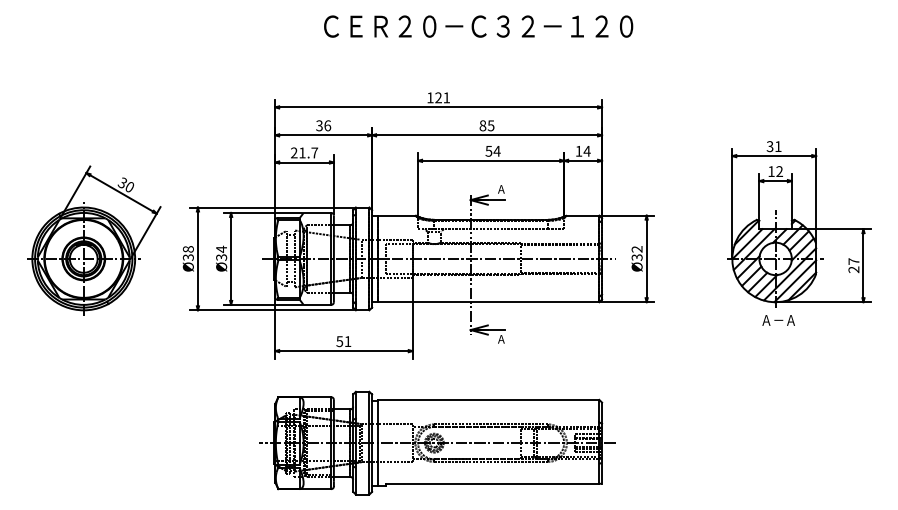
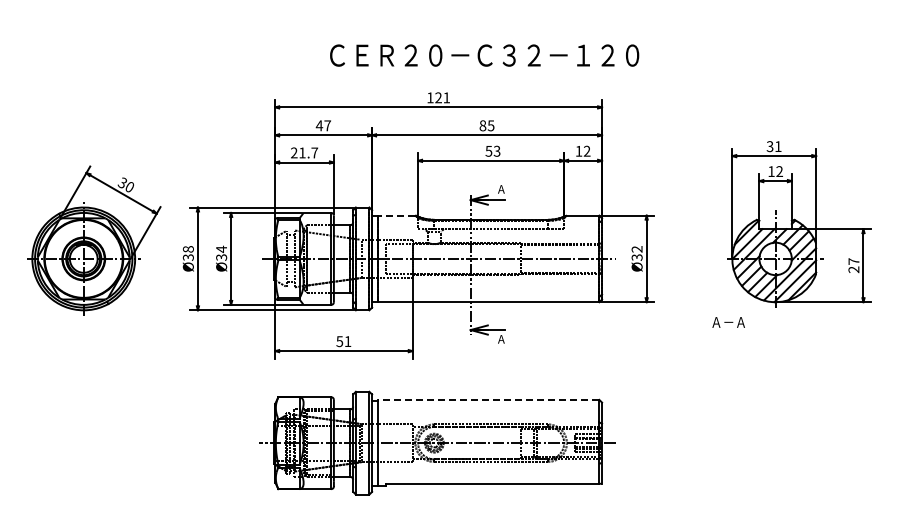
text at (478, 26) position: (478, 26) -> (484, 55)
text at (323, 125): 36 -> 47
text at (496, 150): 54 -> 53
text at (586, 150): 14 -> 12
line at (396, 215): solid -> dashed
text at (778, 320) position: (778, 320) -> (728, 322)
line at (488, 399): solid -> dashed
